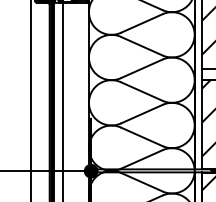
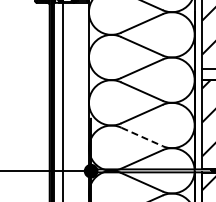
line at (31, 100): present -> none
line at (142, 137): solid -> dashed
